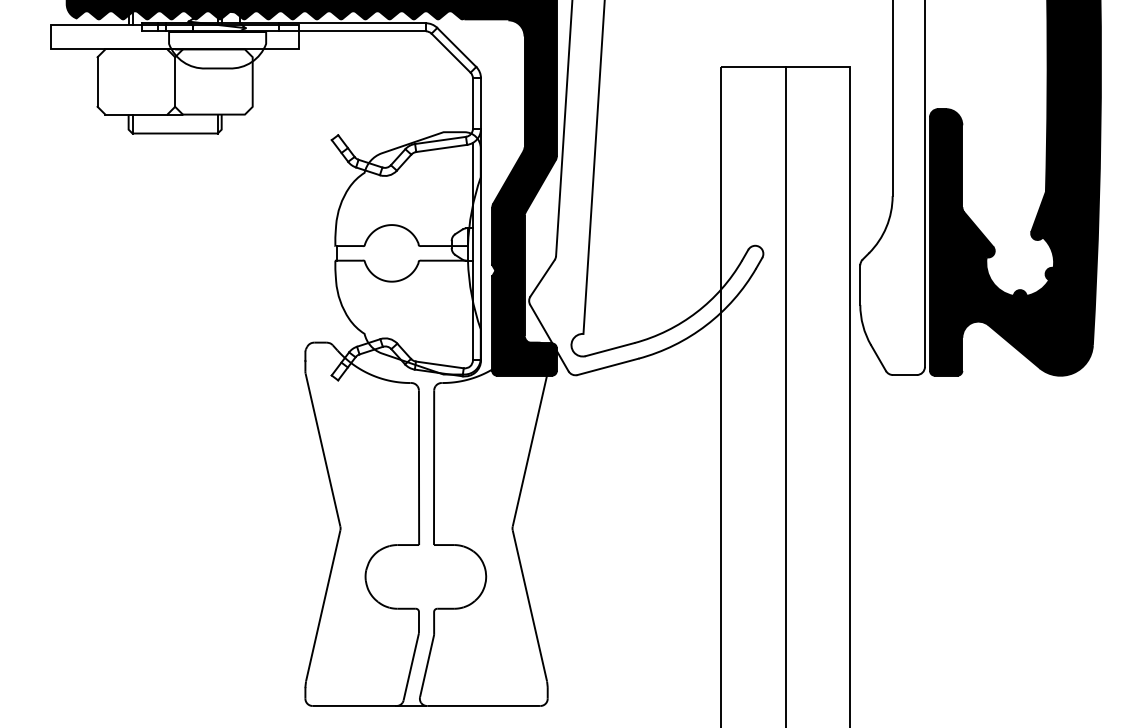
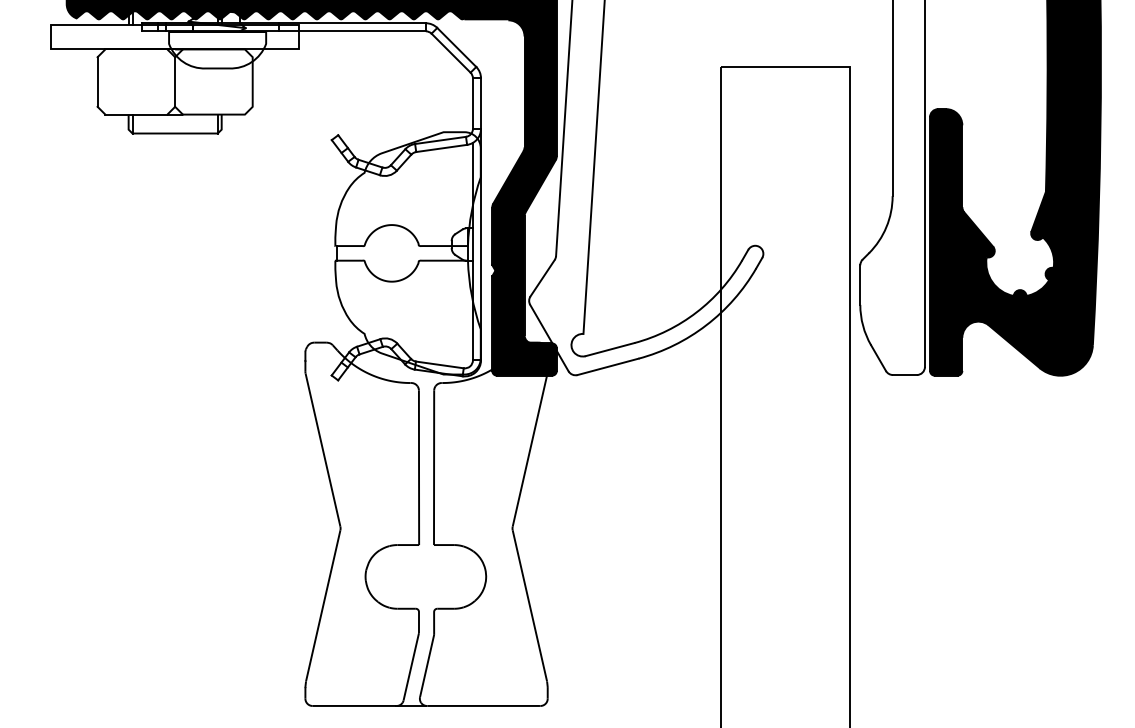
line at (785, 395): present -> none
